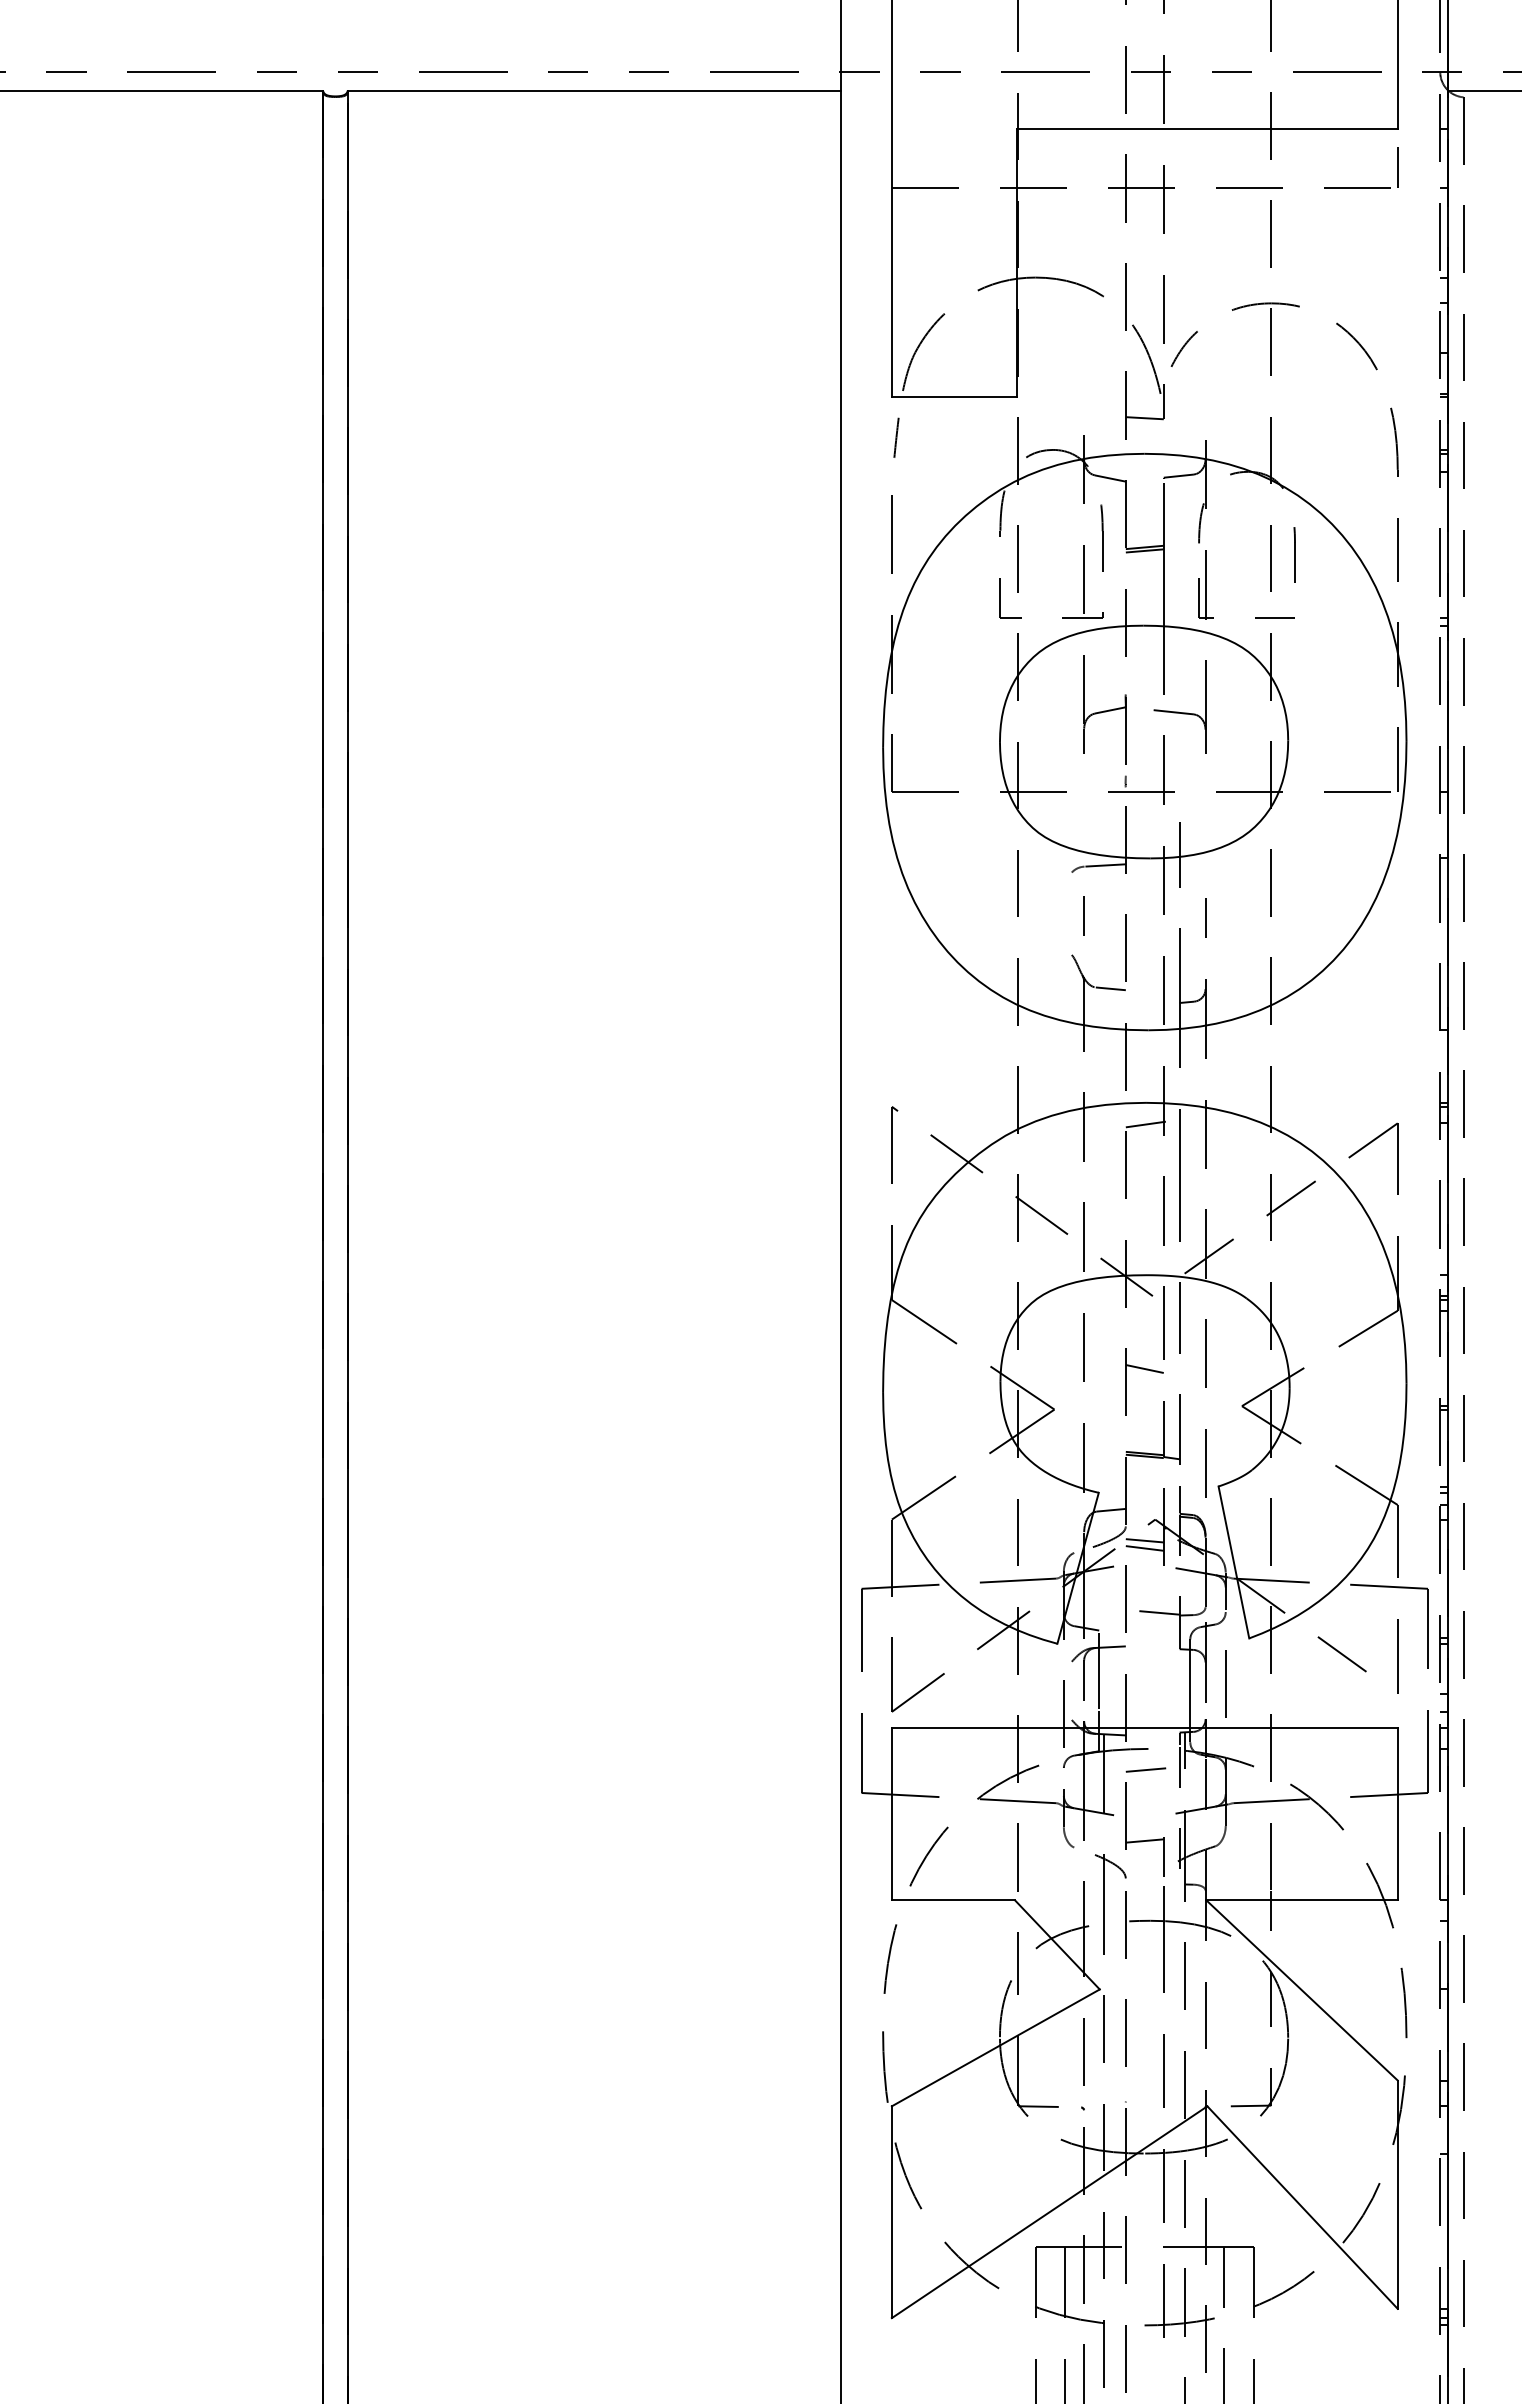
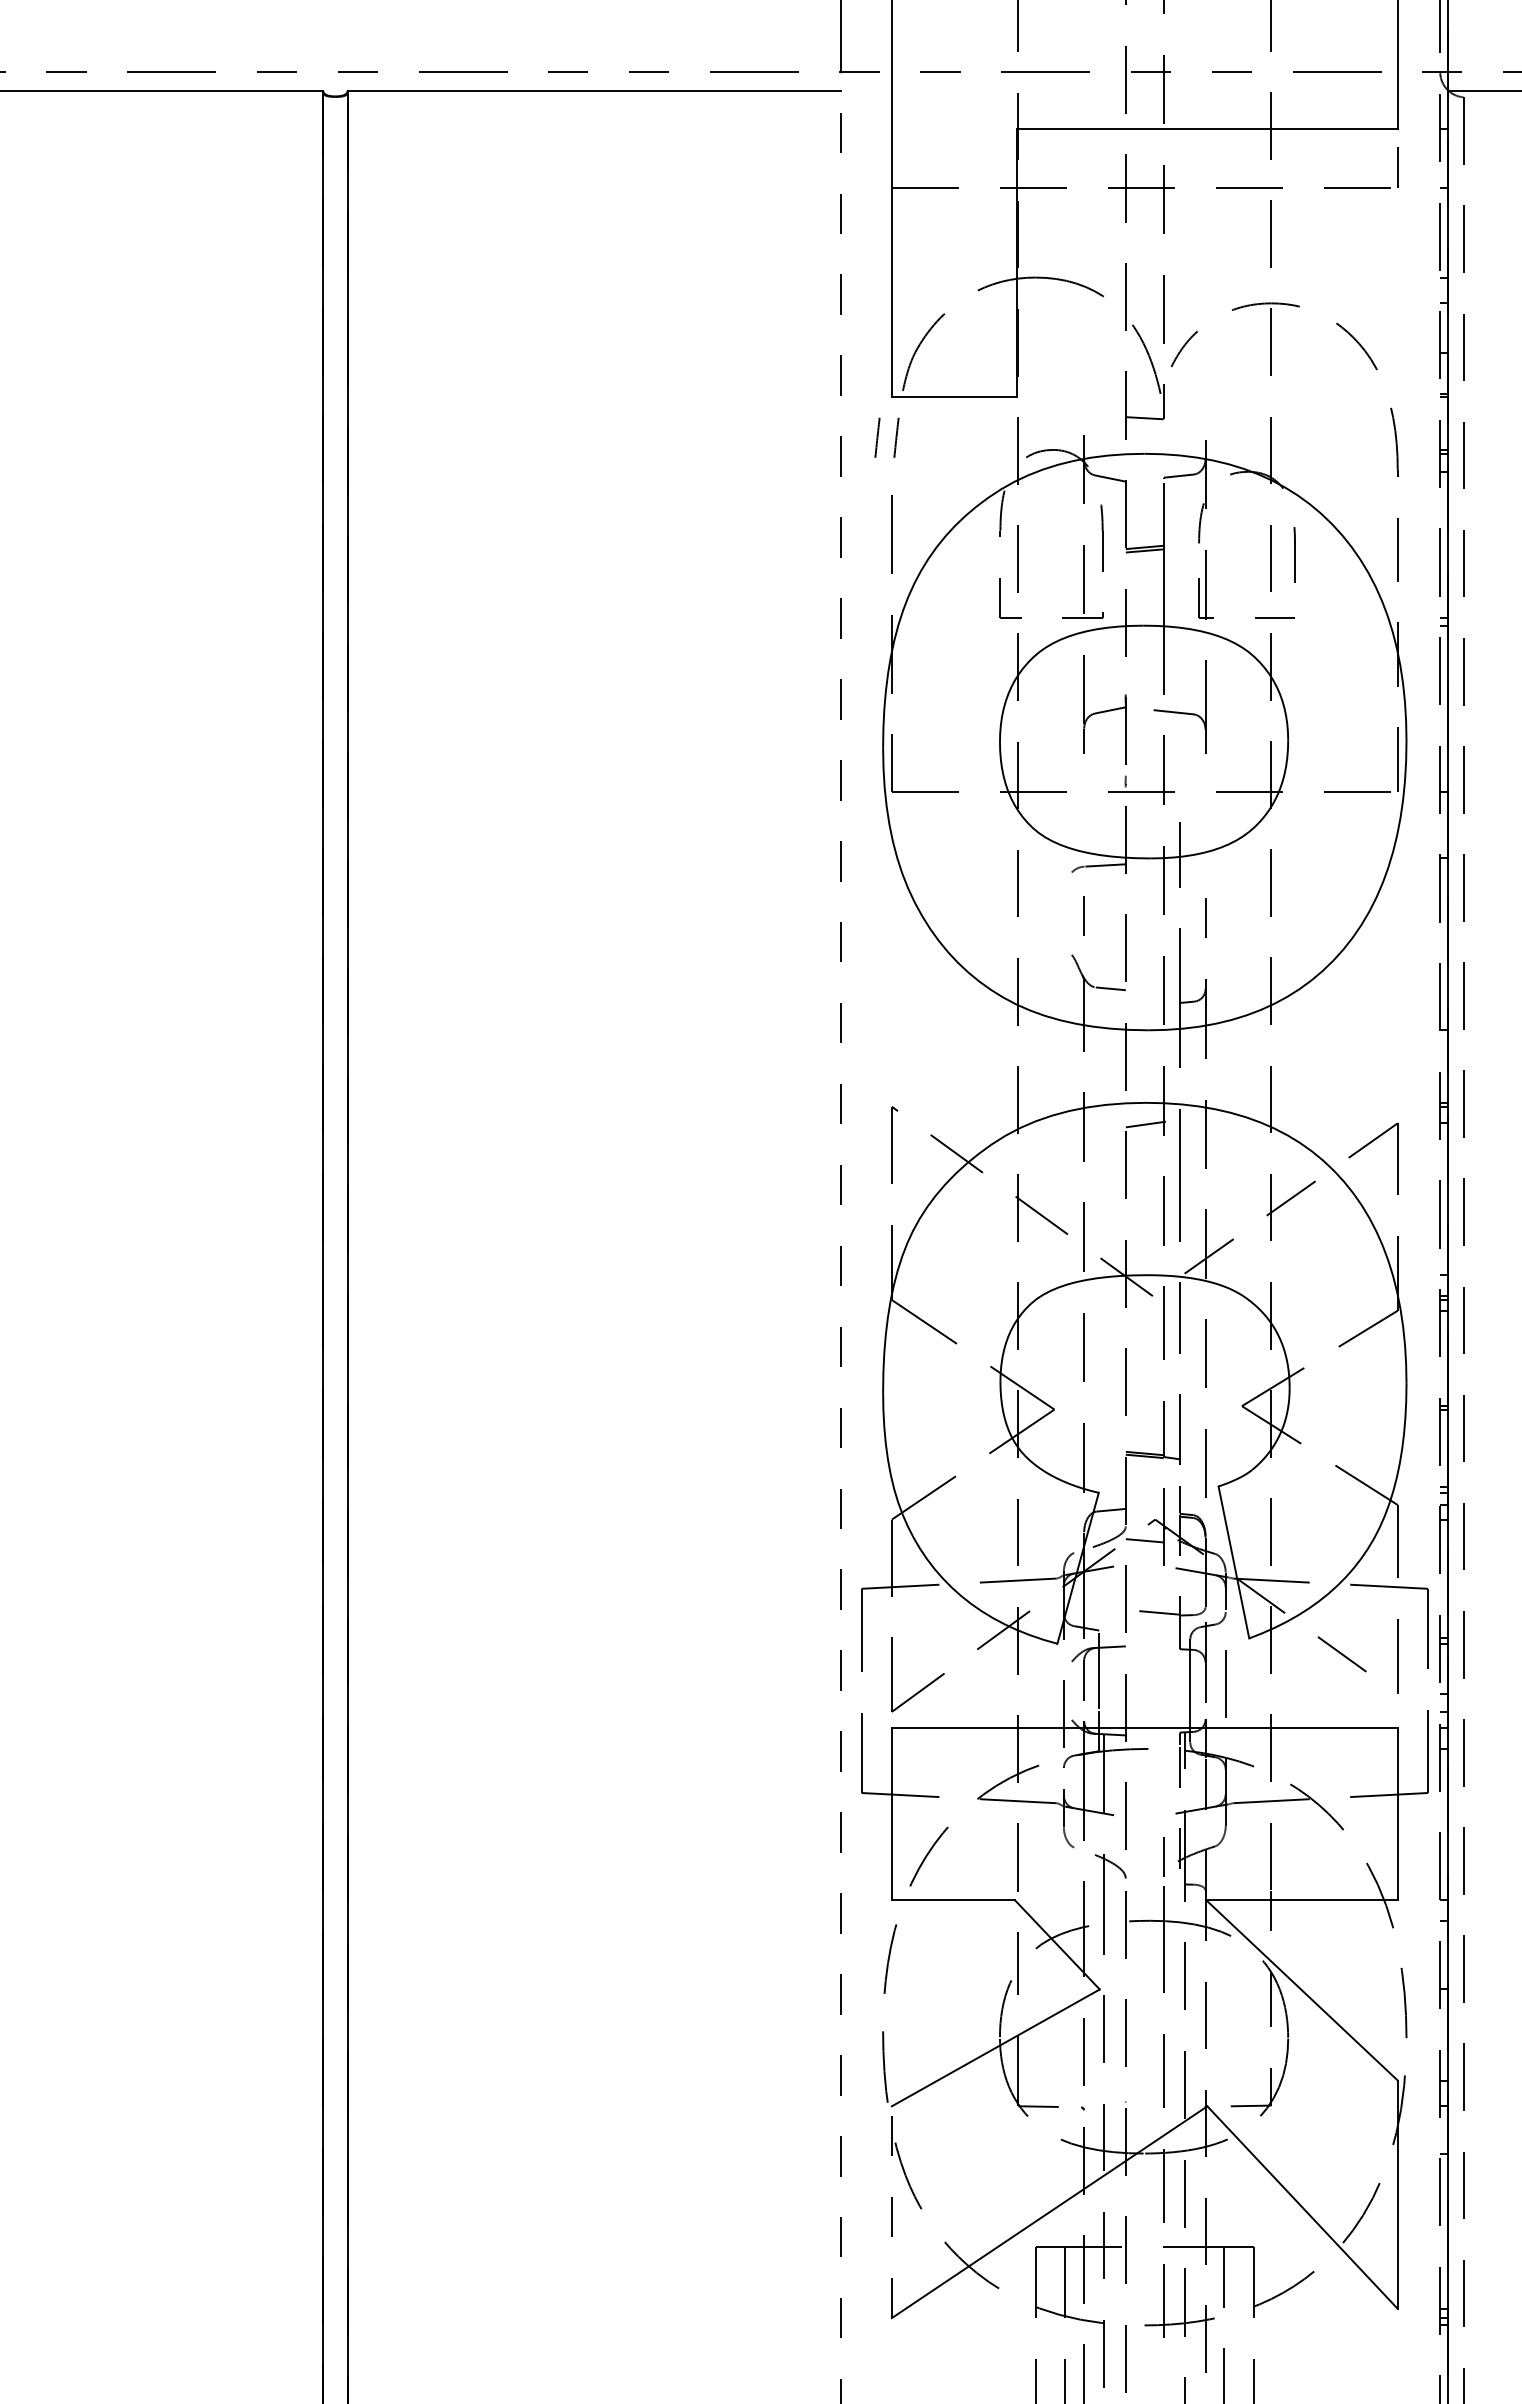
line at (877, 437): none -> present
line at (841, 1237): solid -> dashed
line at (1144, 1369): present -> none
line at (1144, 1548): present -> none
line at (1145, 1769): present -> none
line at (1144, 1840): present -> none
line at (891, 2212): solid -> dashed
